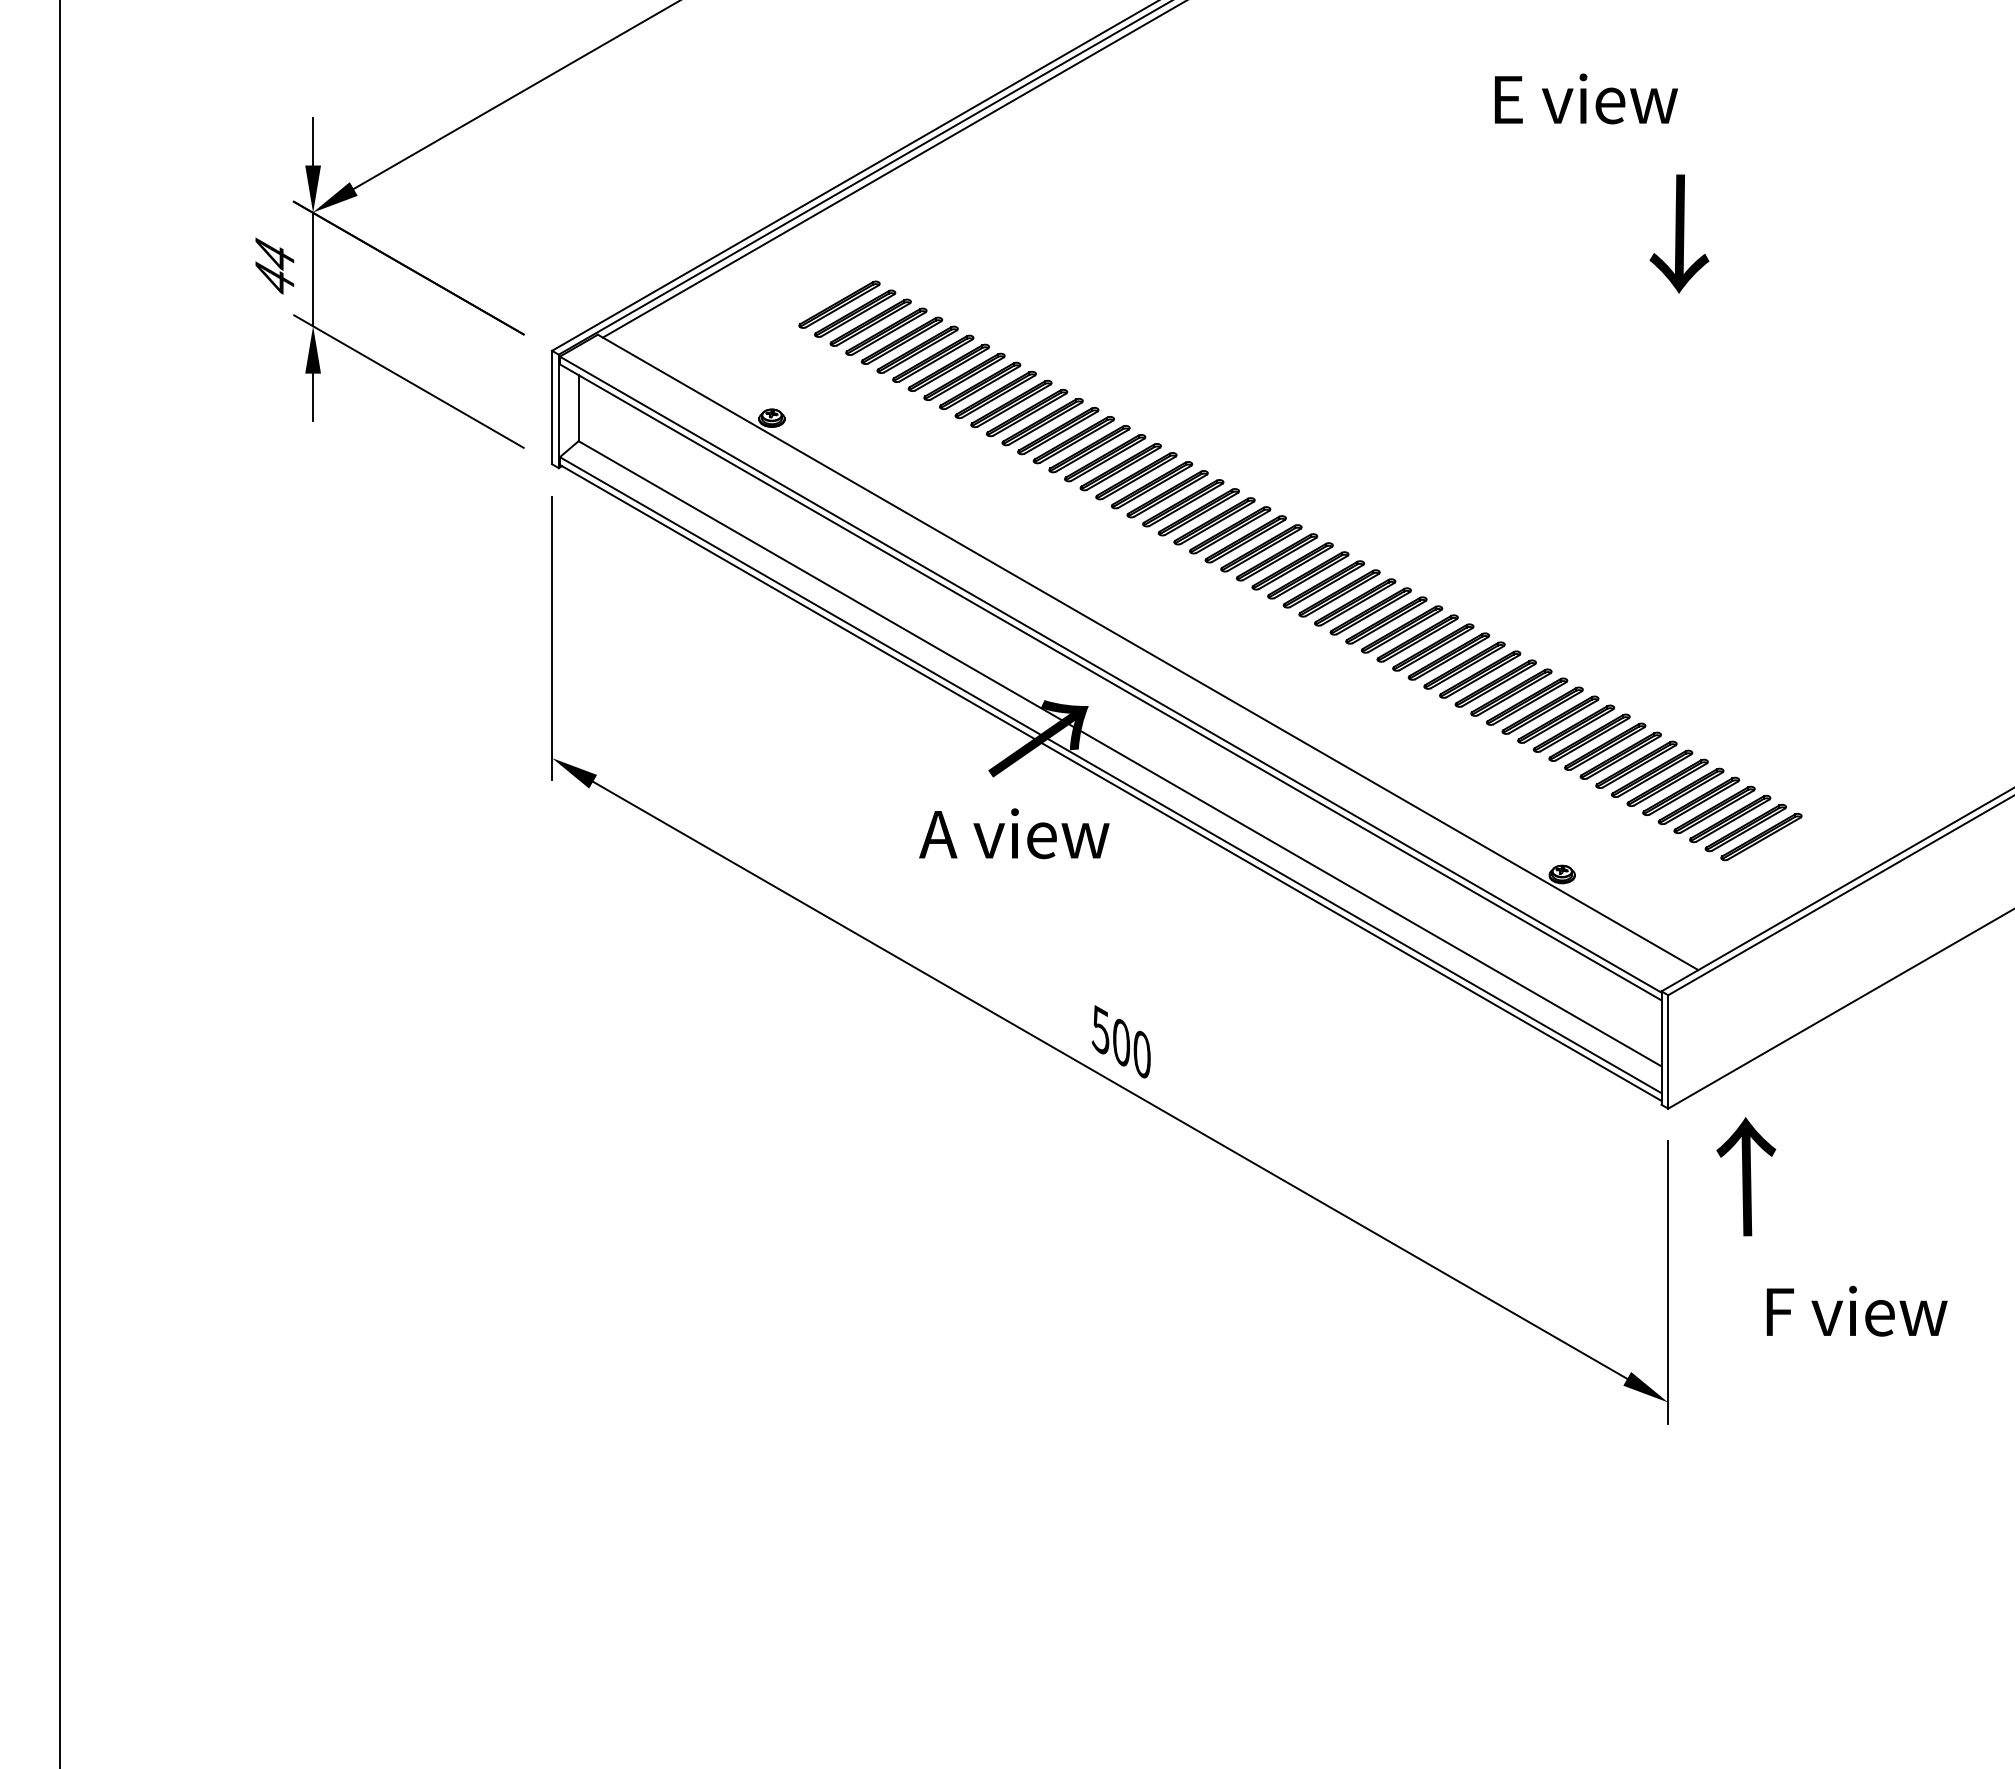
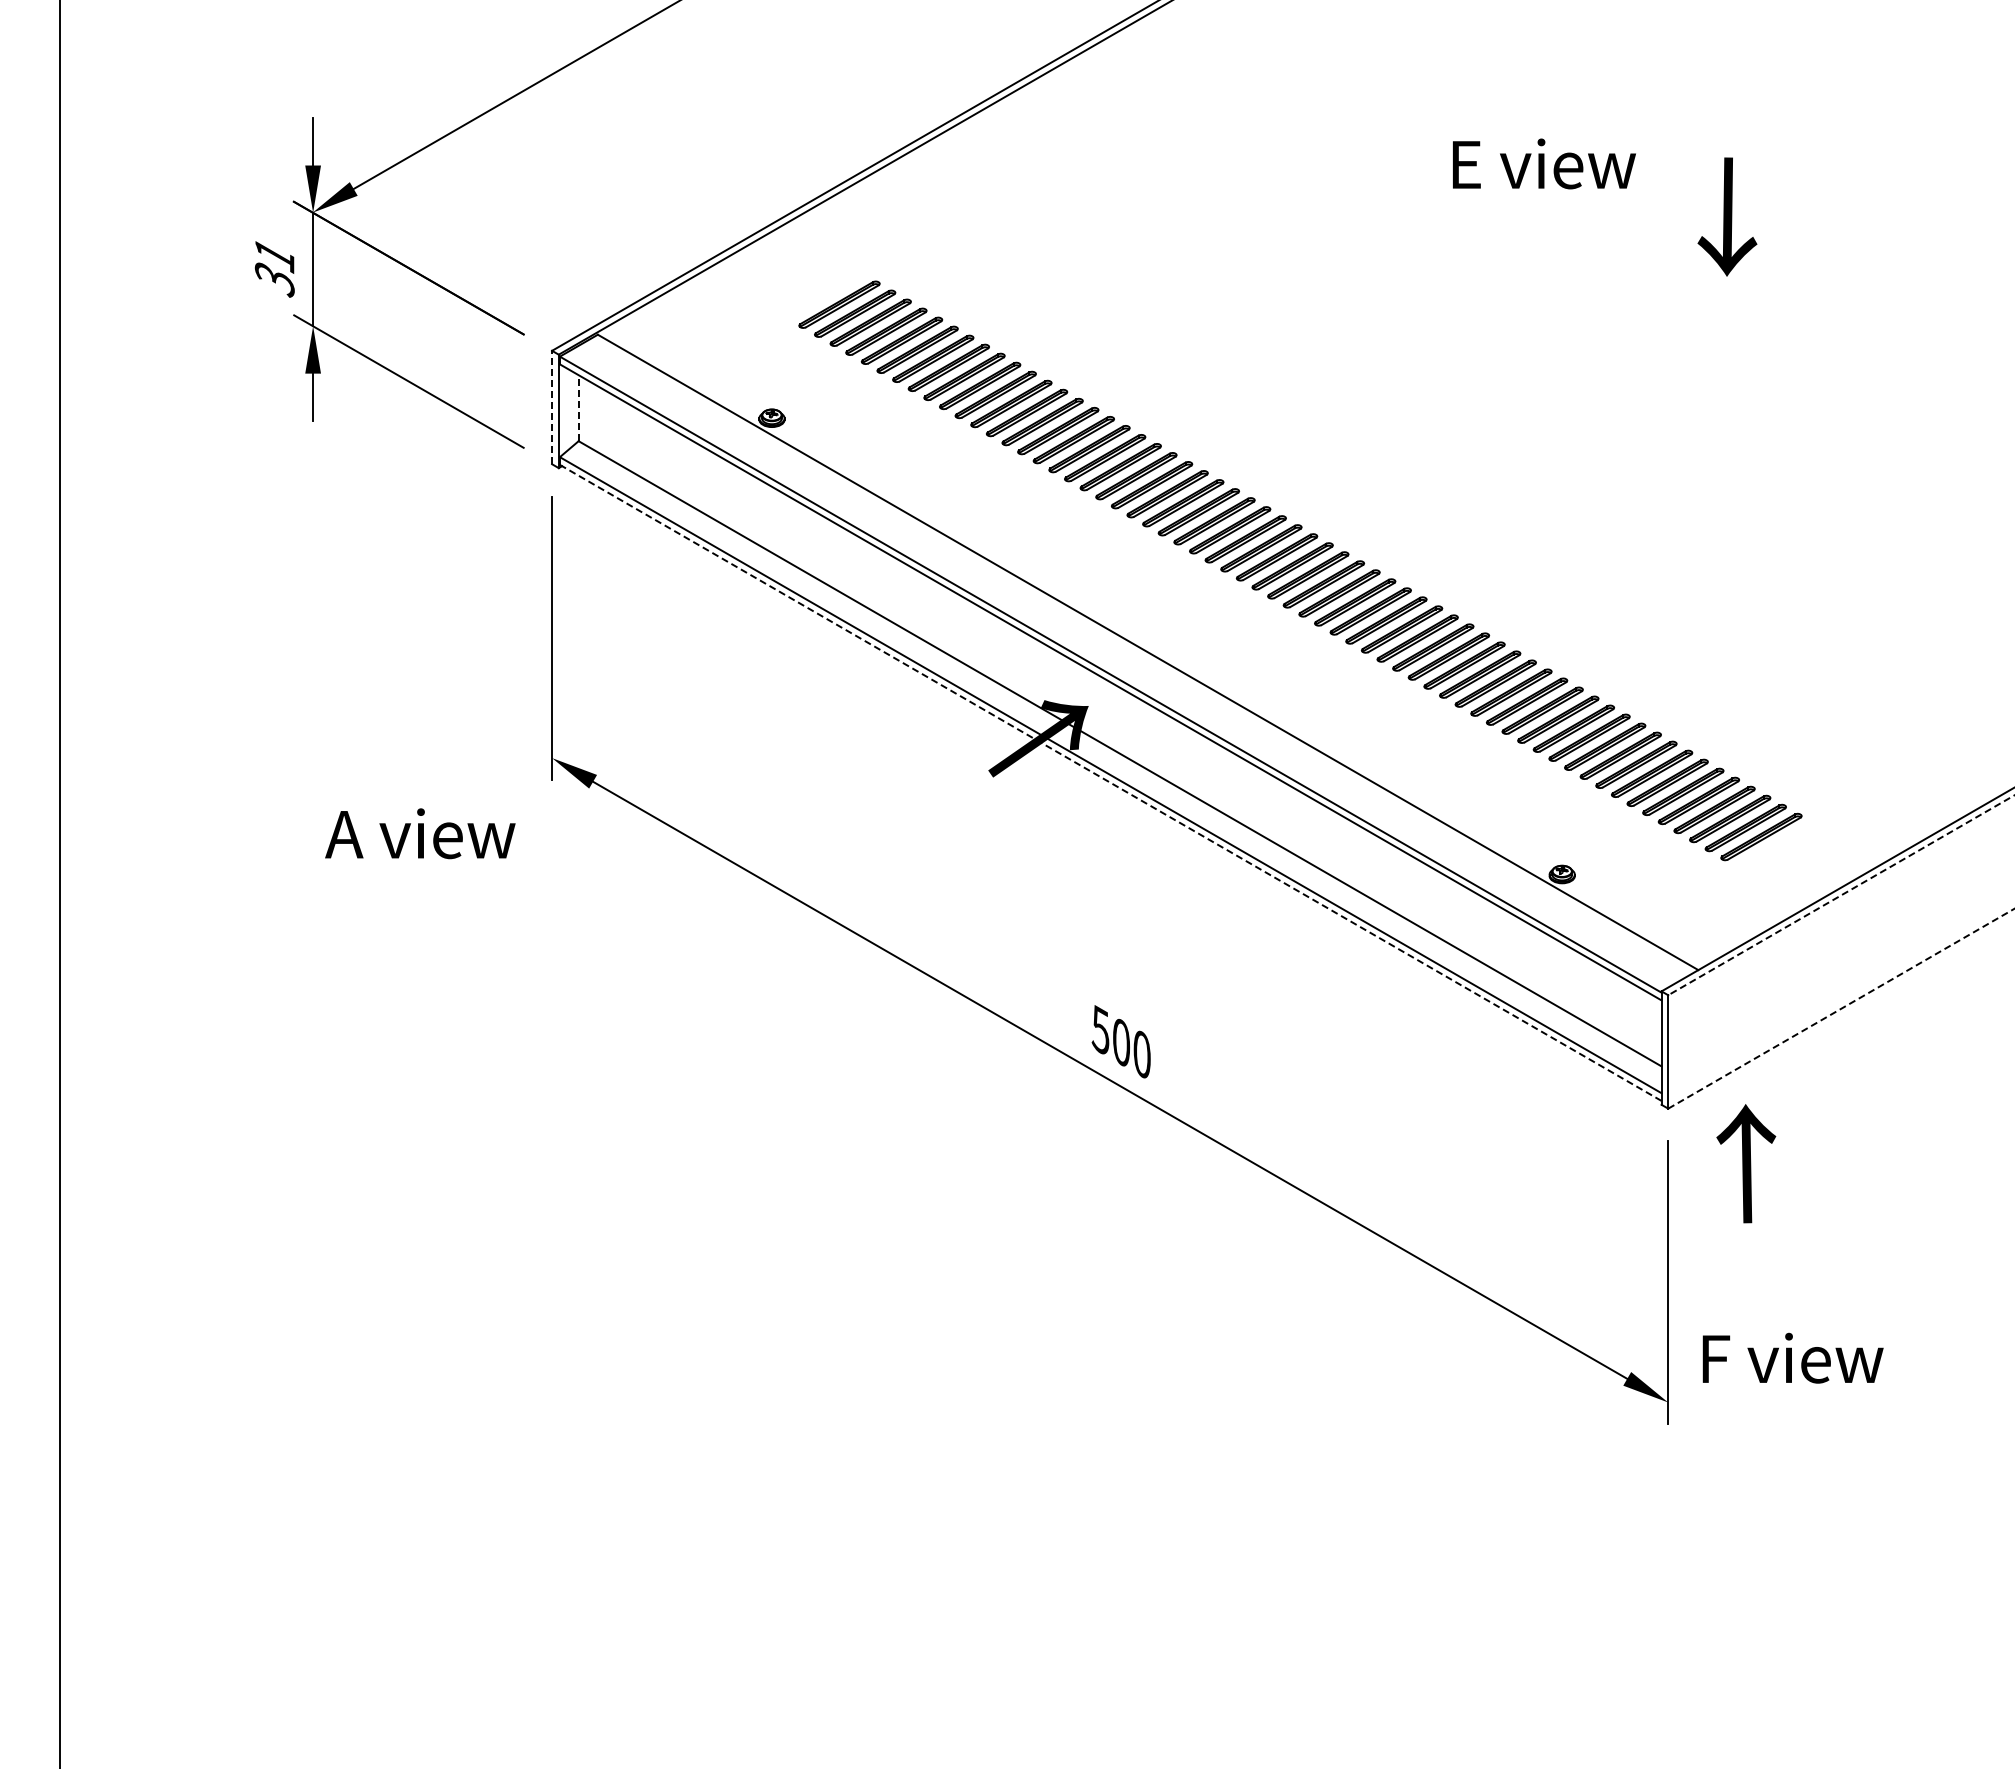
text at (1586, 98) position: (1586, 98) -> (1544, 163)
line at (892, 169): present -> none
text at (1679, 233) position: (1679, 233) -> (1727, 216)
text at (274, 267): 44 -> 31
line at (552, 407): solid -> dashed
line at (578, 408): solid -> dashed
line at (1111, 783): solid -> dashed
text at (1014, 833) position: (1014, 833) -> (420, 833)
line at (1841, 895): solid -> dashed
line at (1841, 1008): solid -> dashed
text at (1746, 1176) position: (1746, 1176) -> (1746, 1163)
text at (1856, 1310) position: (1856, 1310) -> (1792, 1357)
